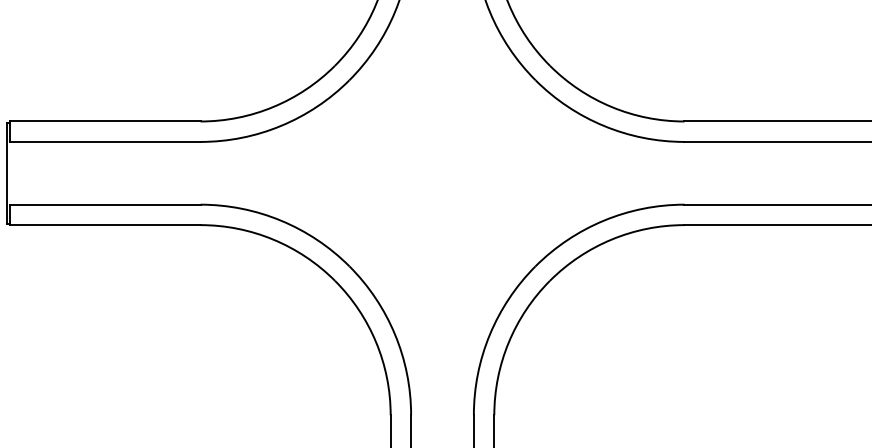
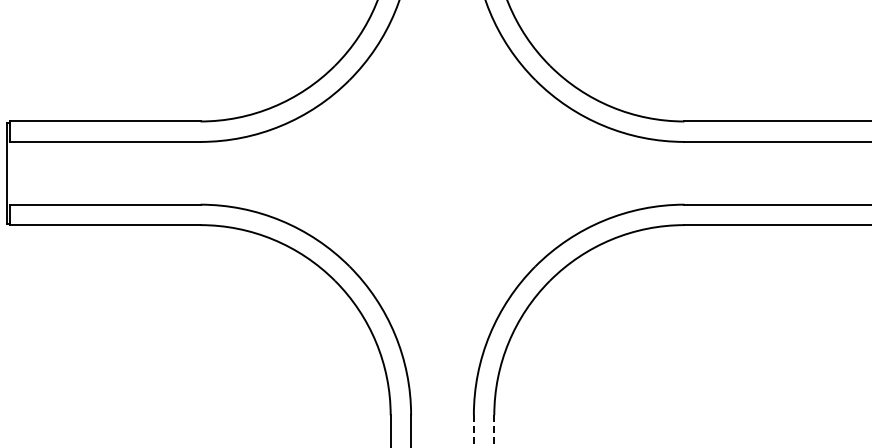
line at (473, 431): solid -> dashed
line at (494, 431): solid -> dashed
